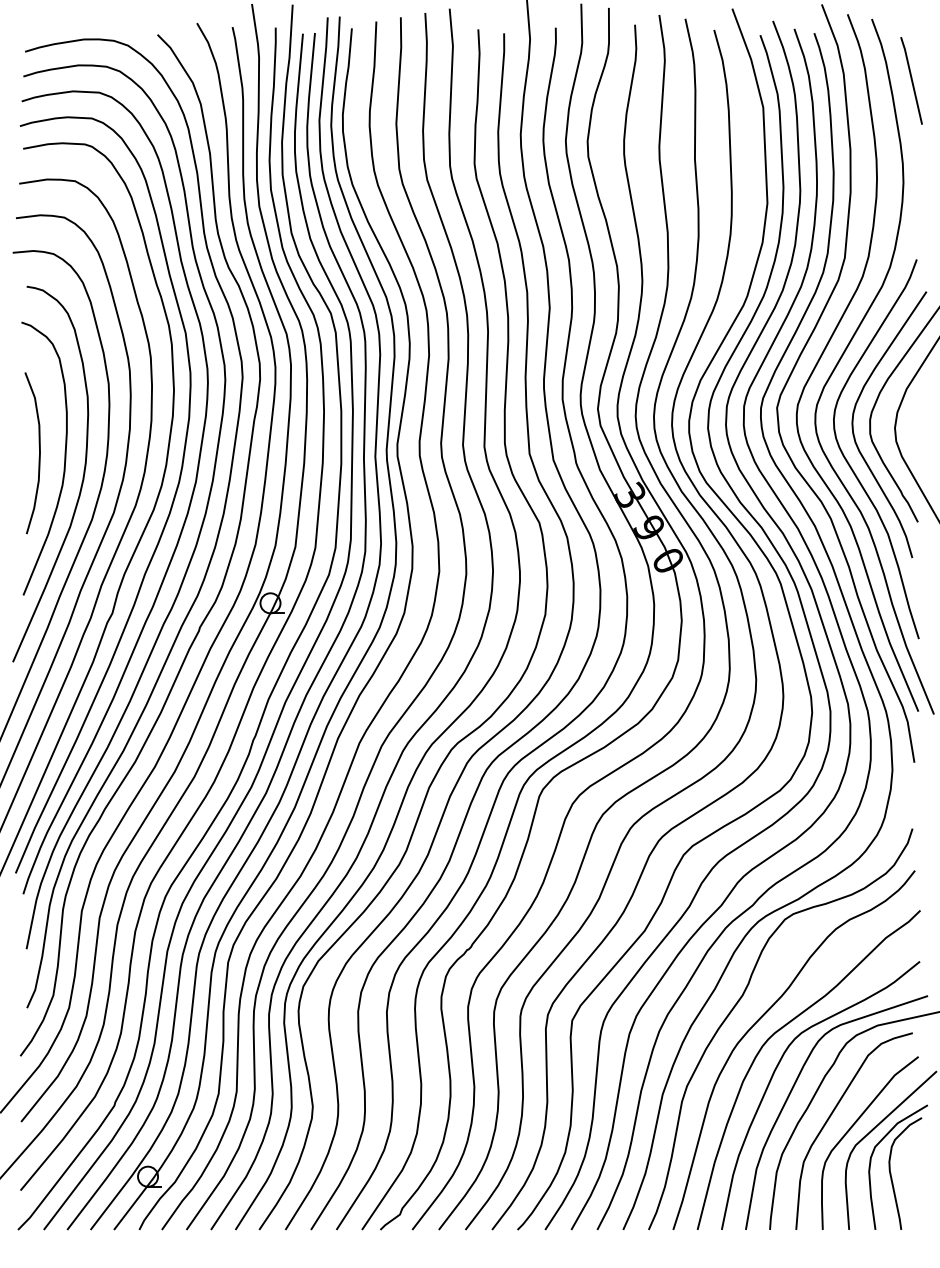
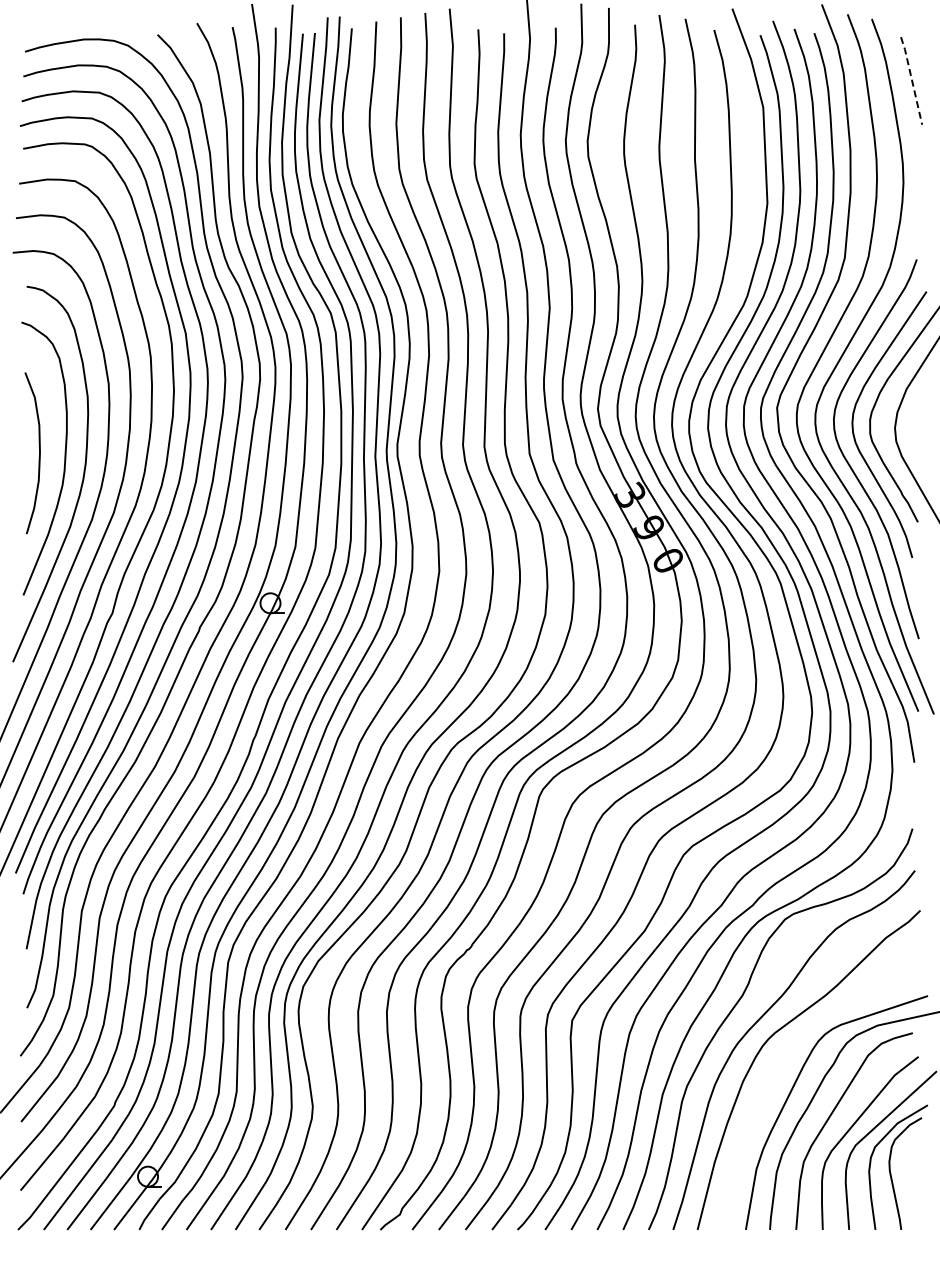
line at (912, 80): solid -> dashed
curve at (774, 1074): present -> none
